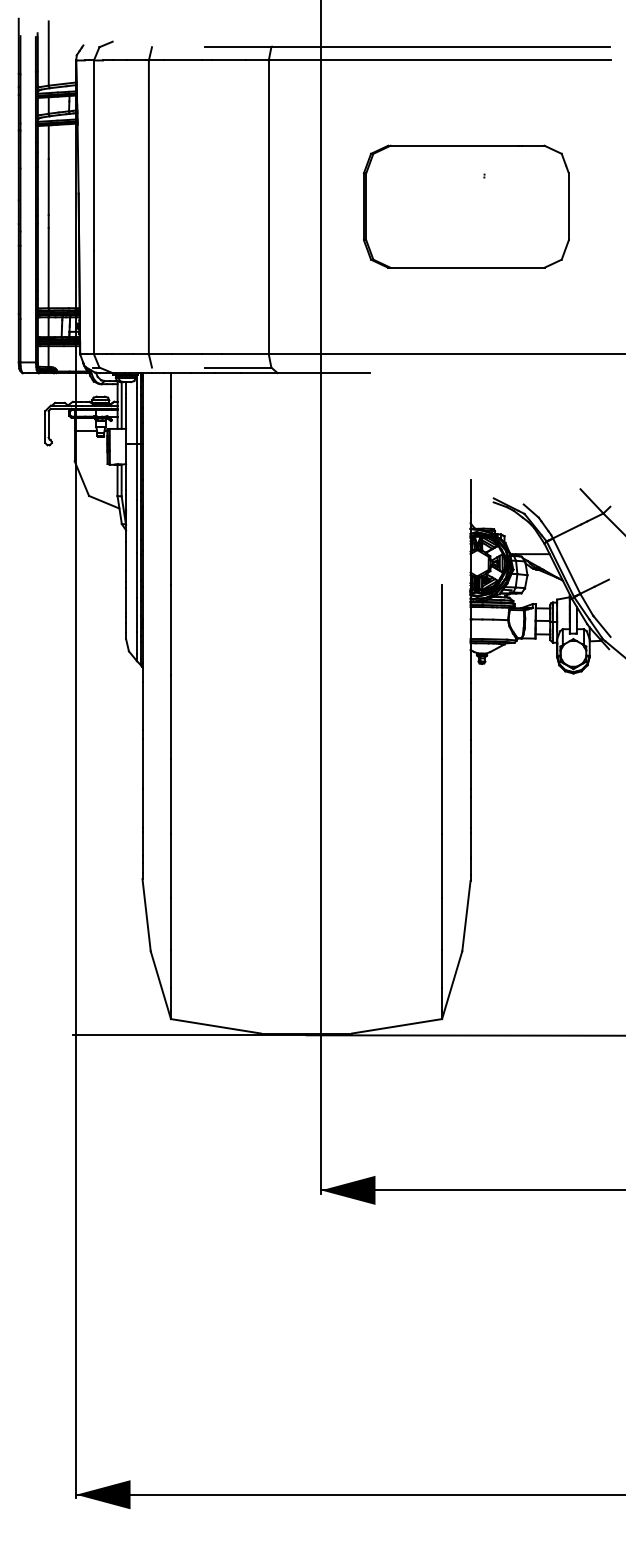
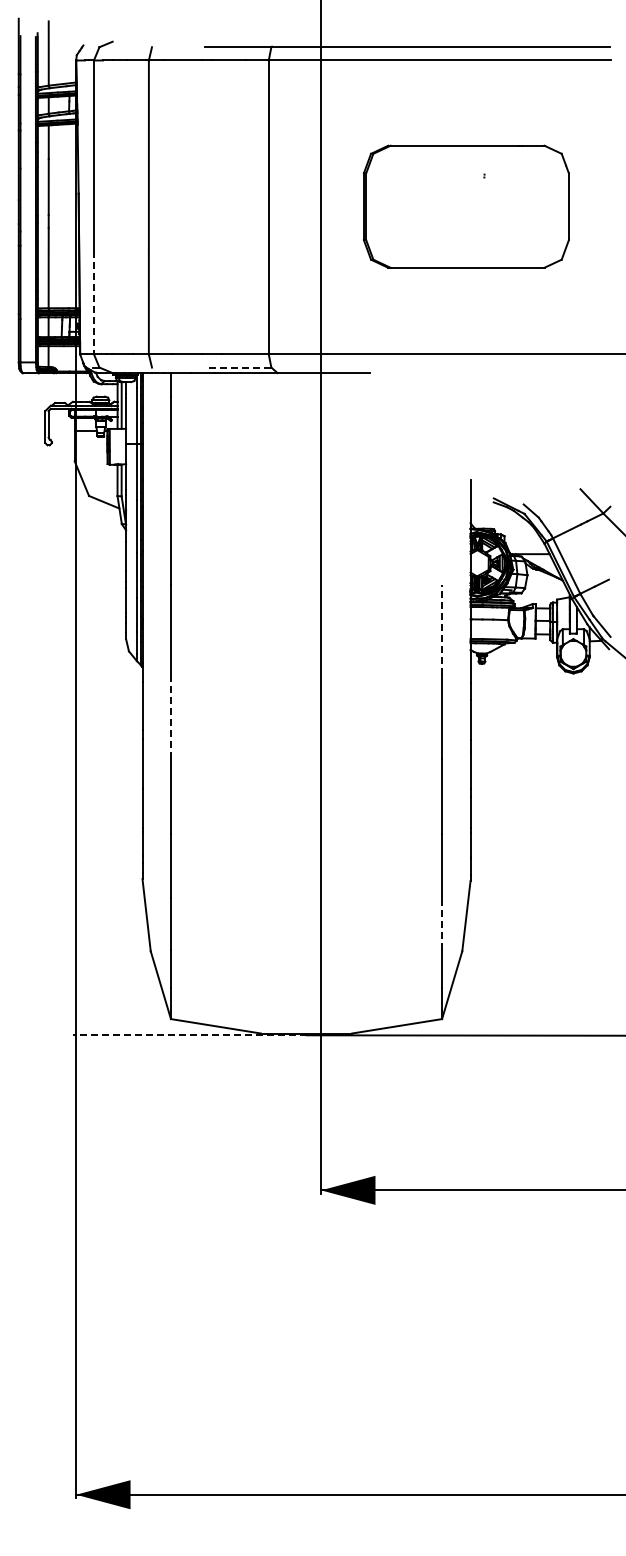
line at (93, 302): solid -> dashed
line at (237, 367): solid -> dashed
line at (442, 630): solid -> dashed
line at (170, 716): solid -> dashed
line at (442, 923): solid -> dashed
line at (189, 1035): solid -> dashed
